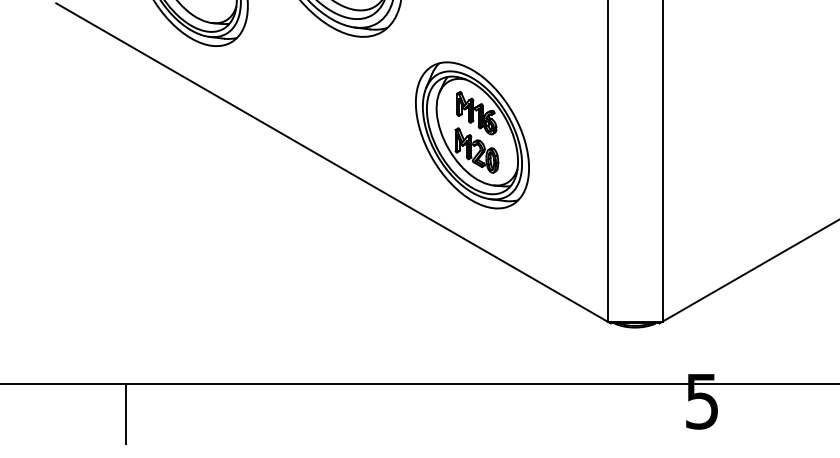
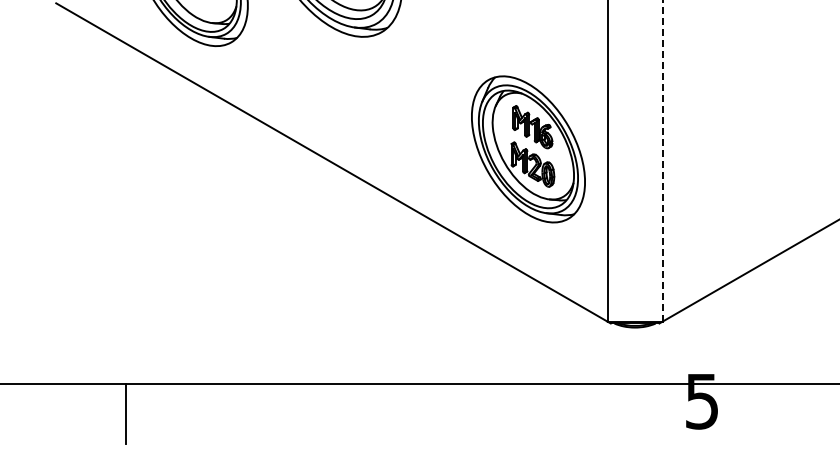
part at (472, 135) position: (472, 135) -> (528, 149)
line at (662, 160): solid -> dashed
